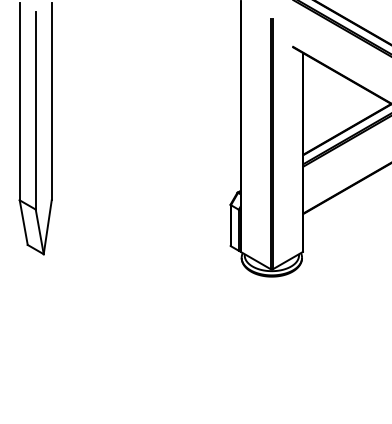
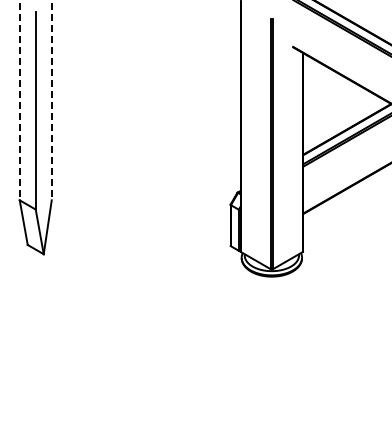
line at (19, 101): solid -> dashed
line at (51, 101): solid -> dashed
